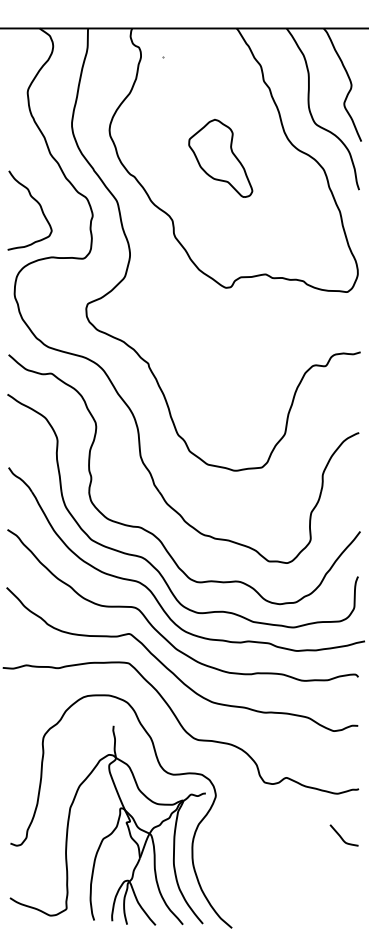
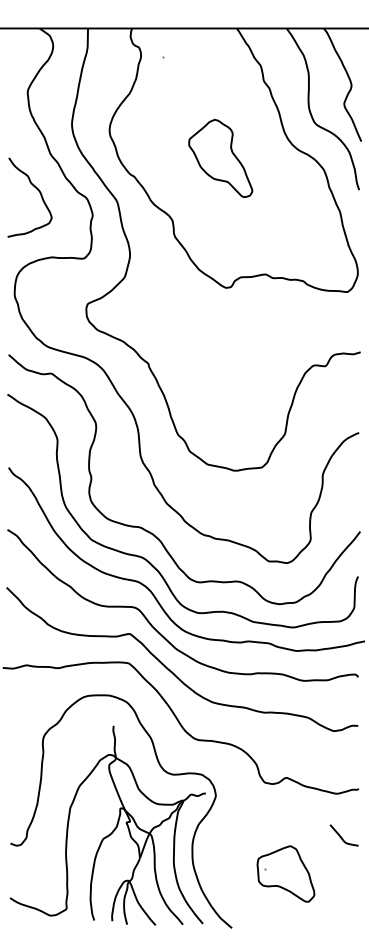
curve at (36, 202) position: (36, 202) -> (36, 189)
part at (285, 873): none -> present
